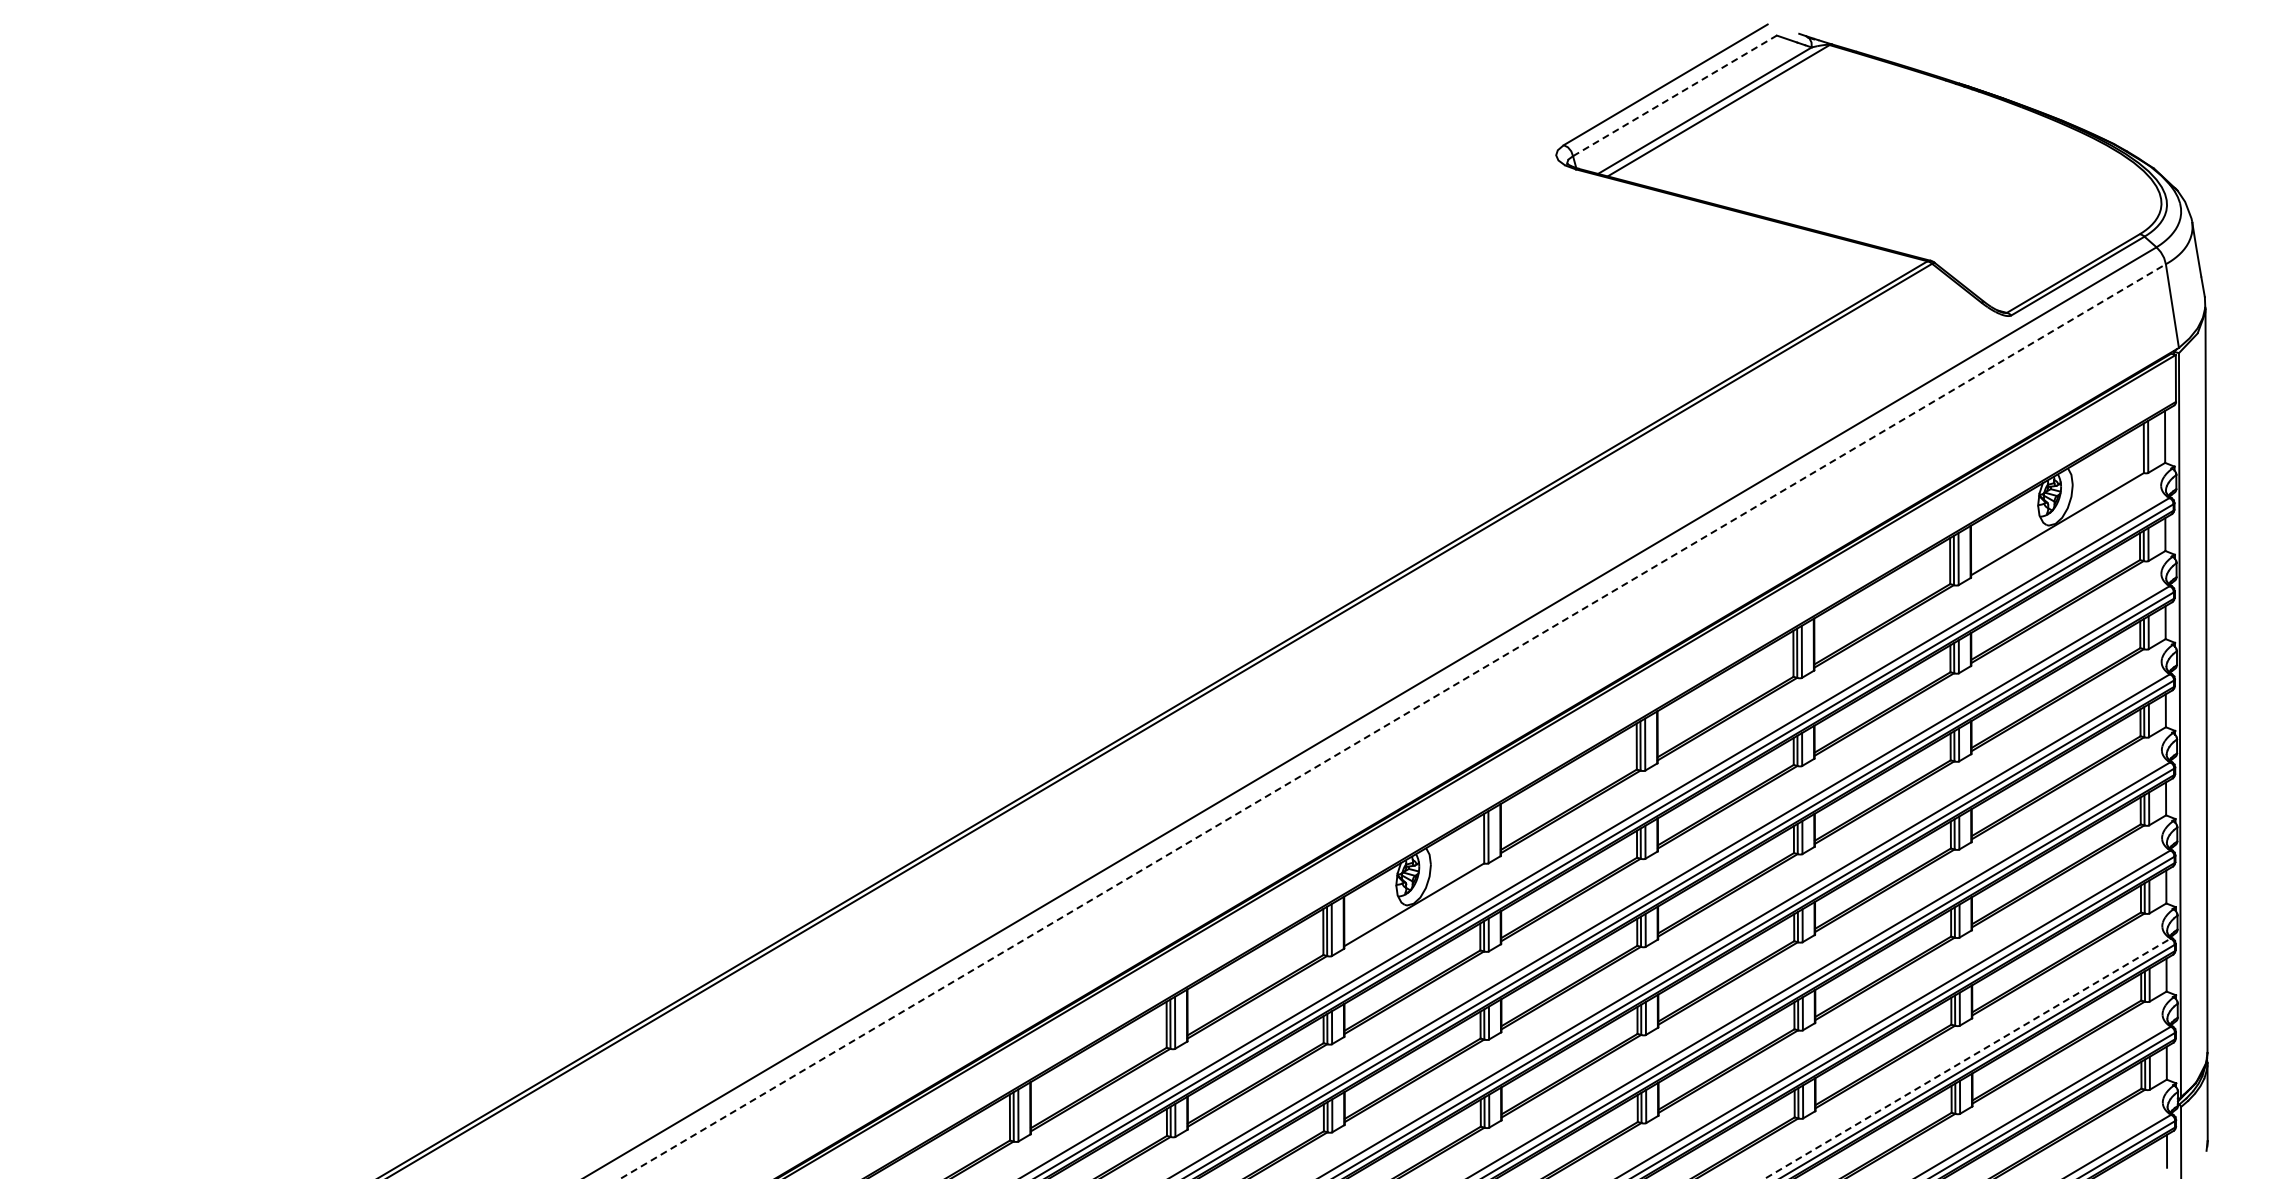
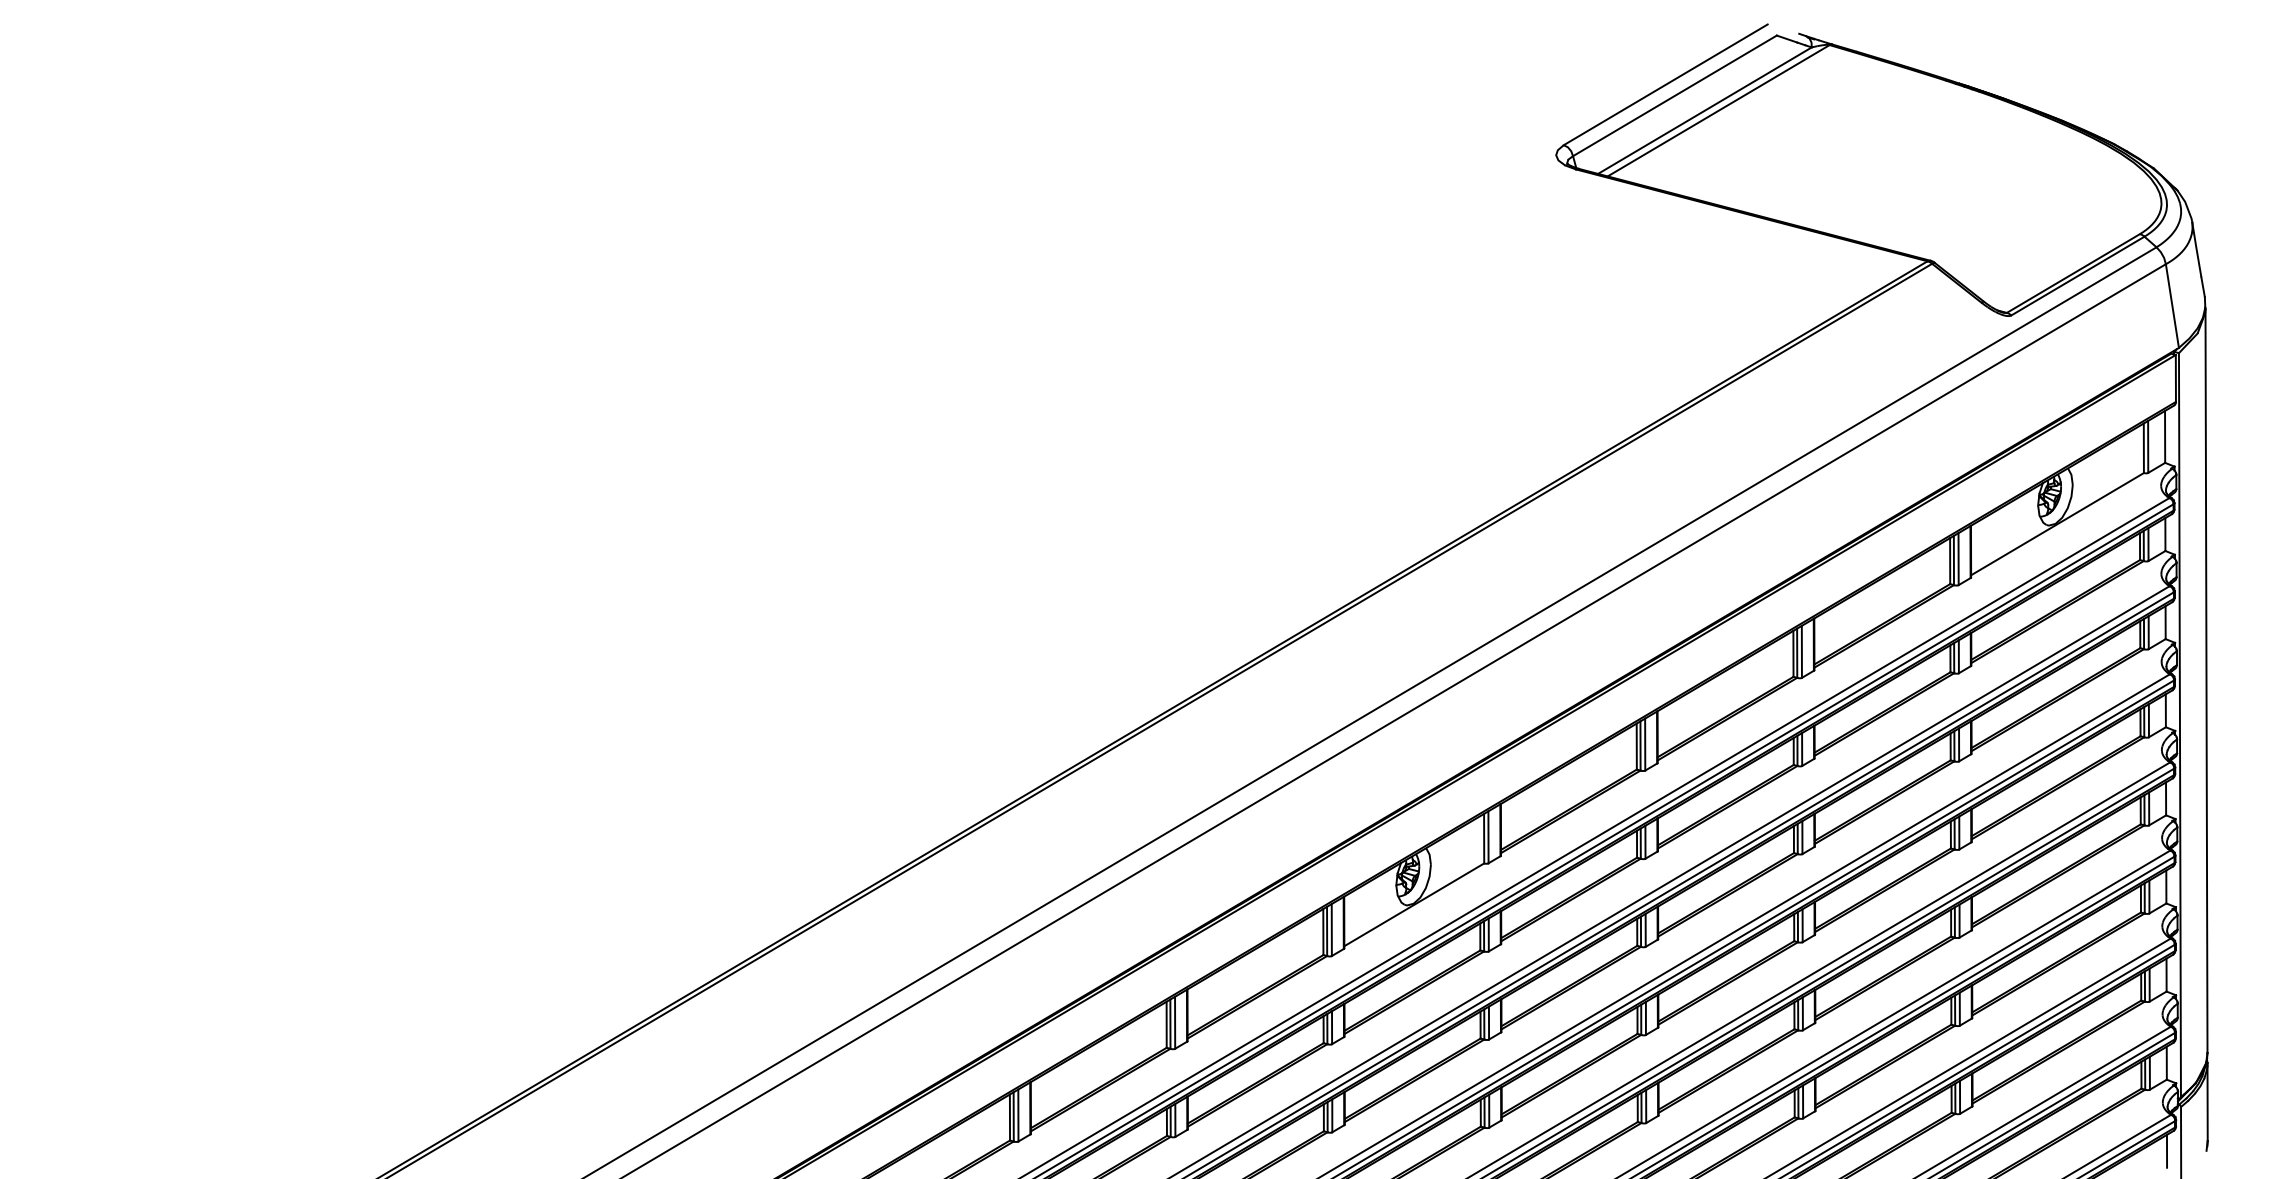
line at (1675, 95): dashed -> solid
line at (1393, 721): dashed -> solid
line at (1968, 1058): dashed -> solid
